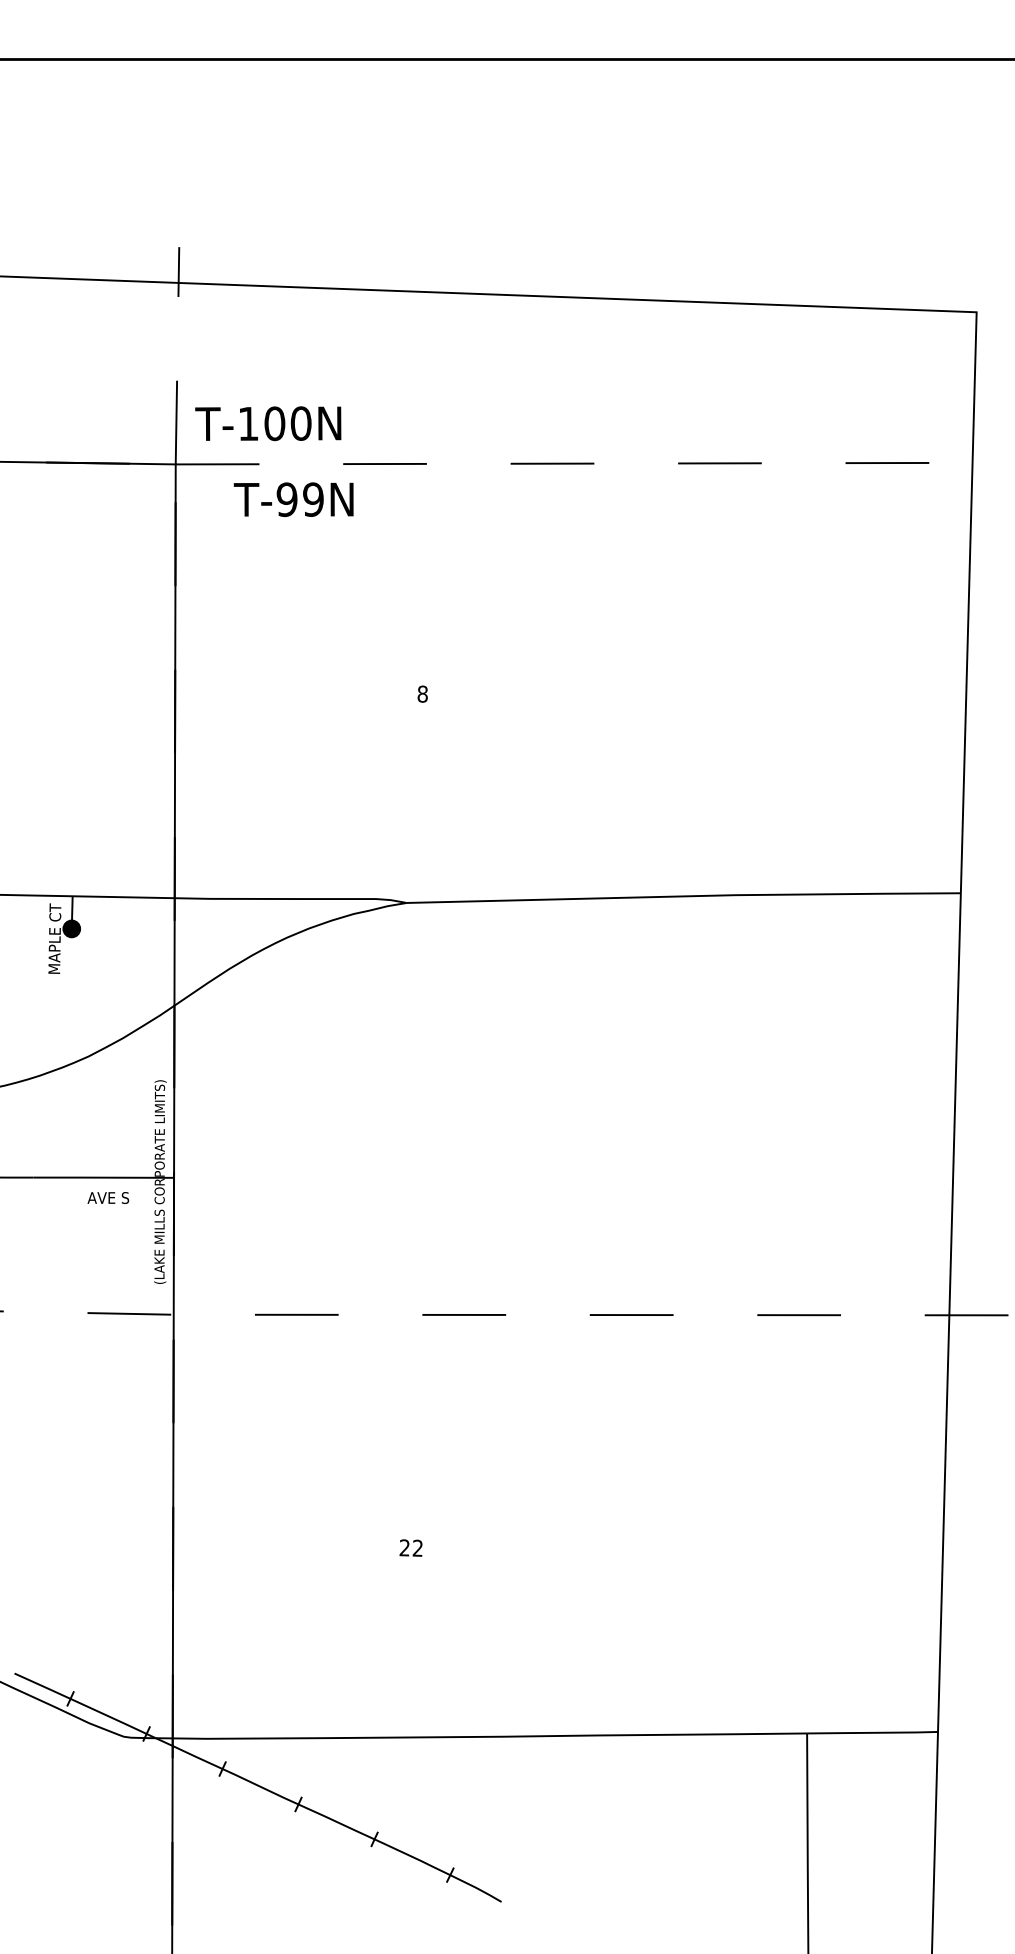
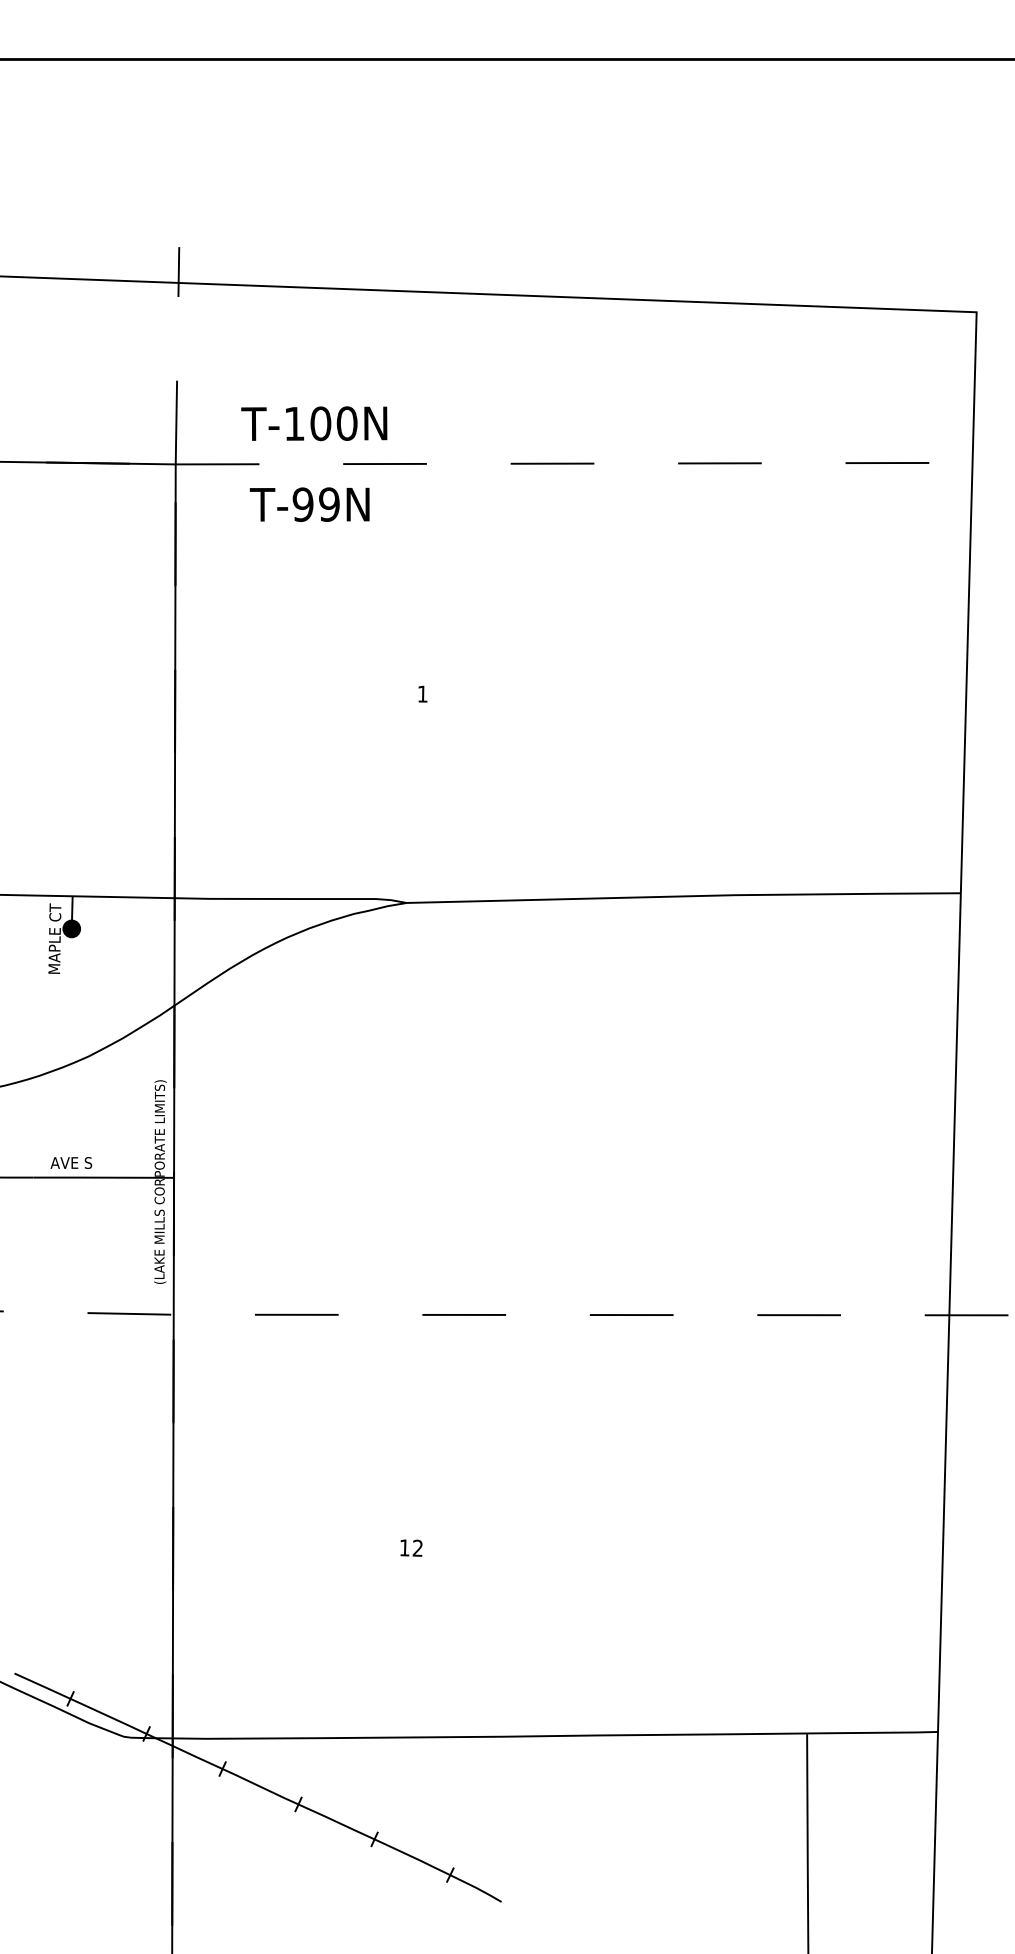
text at (268, 423) position: (268, 423) -> (314, 423)
text at (293, 499) position: (293, 499) -> (309, 504)
text at (422, 693): 8 -> 1
text at (108, 1197) position: (108, 1197) -> (71, 1162)
text at (404, 1547): 22 -> 12
